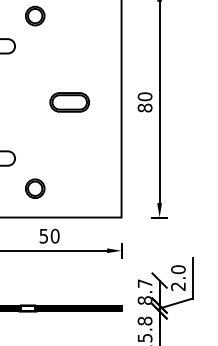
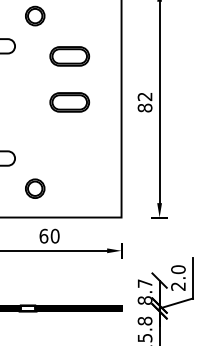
part at (69, 56): none -> present
text at (144, 96): 80 -> 82
text at (43, 235): 50 -> 60
